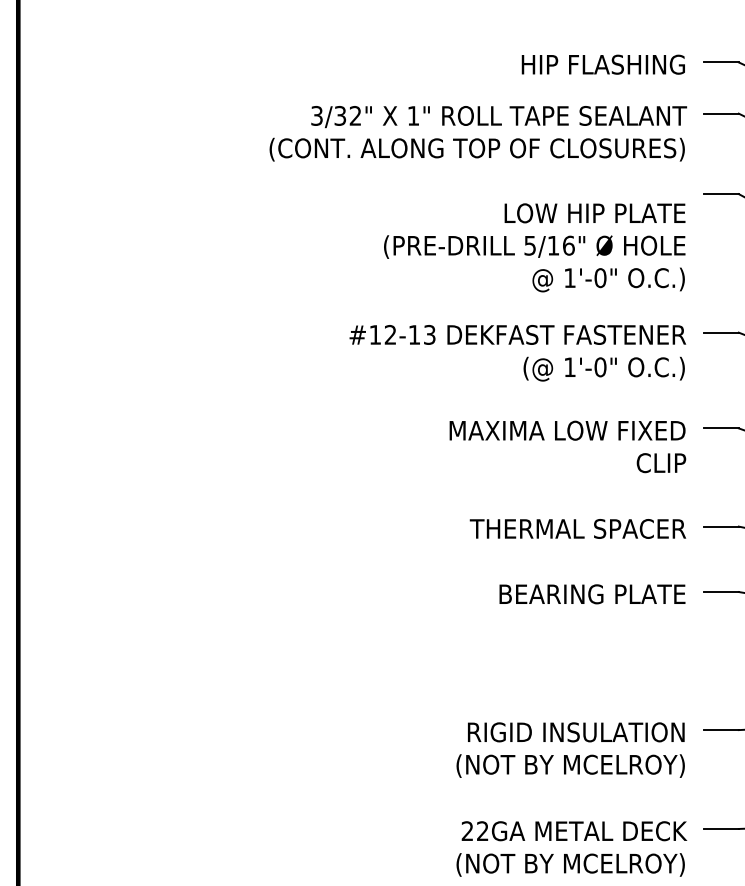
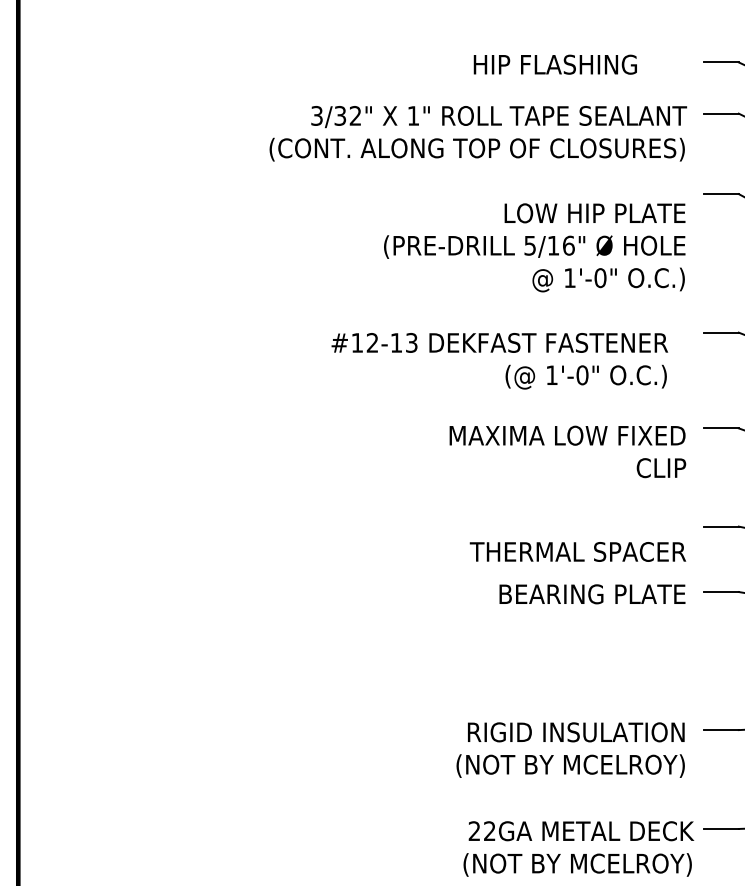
text at (602, 64) position: (602, 64) -> (554, 64)
text at (517, 353) position: (517, 353) -> (499, 361)
text at (567, 446) position: (567, 446) -> (567, 451)
text at (577, 528) position: (577, 528) -> (577, 551)
text at (571, 848) position: (571, 848) -> (578, 848)
